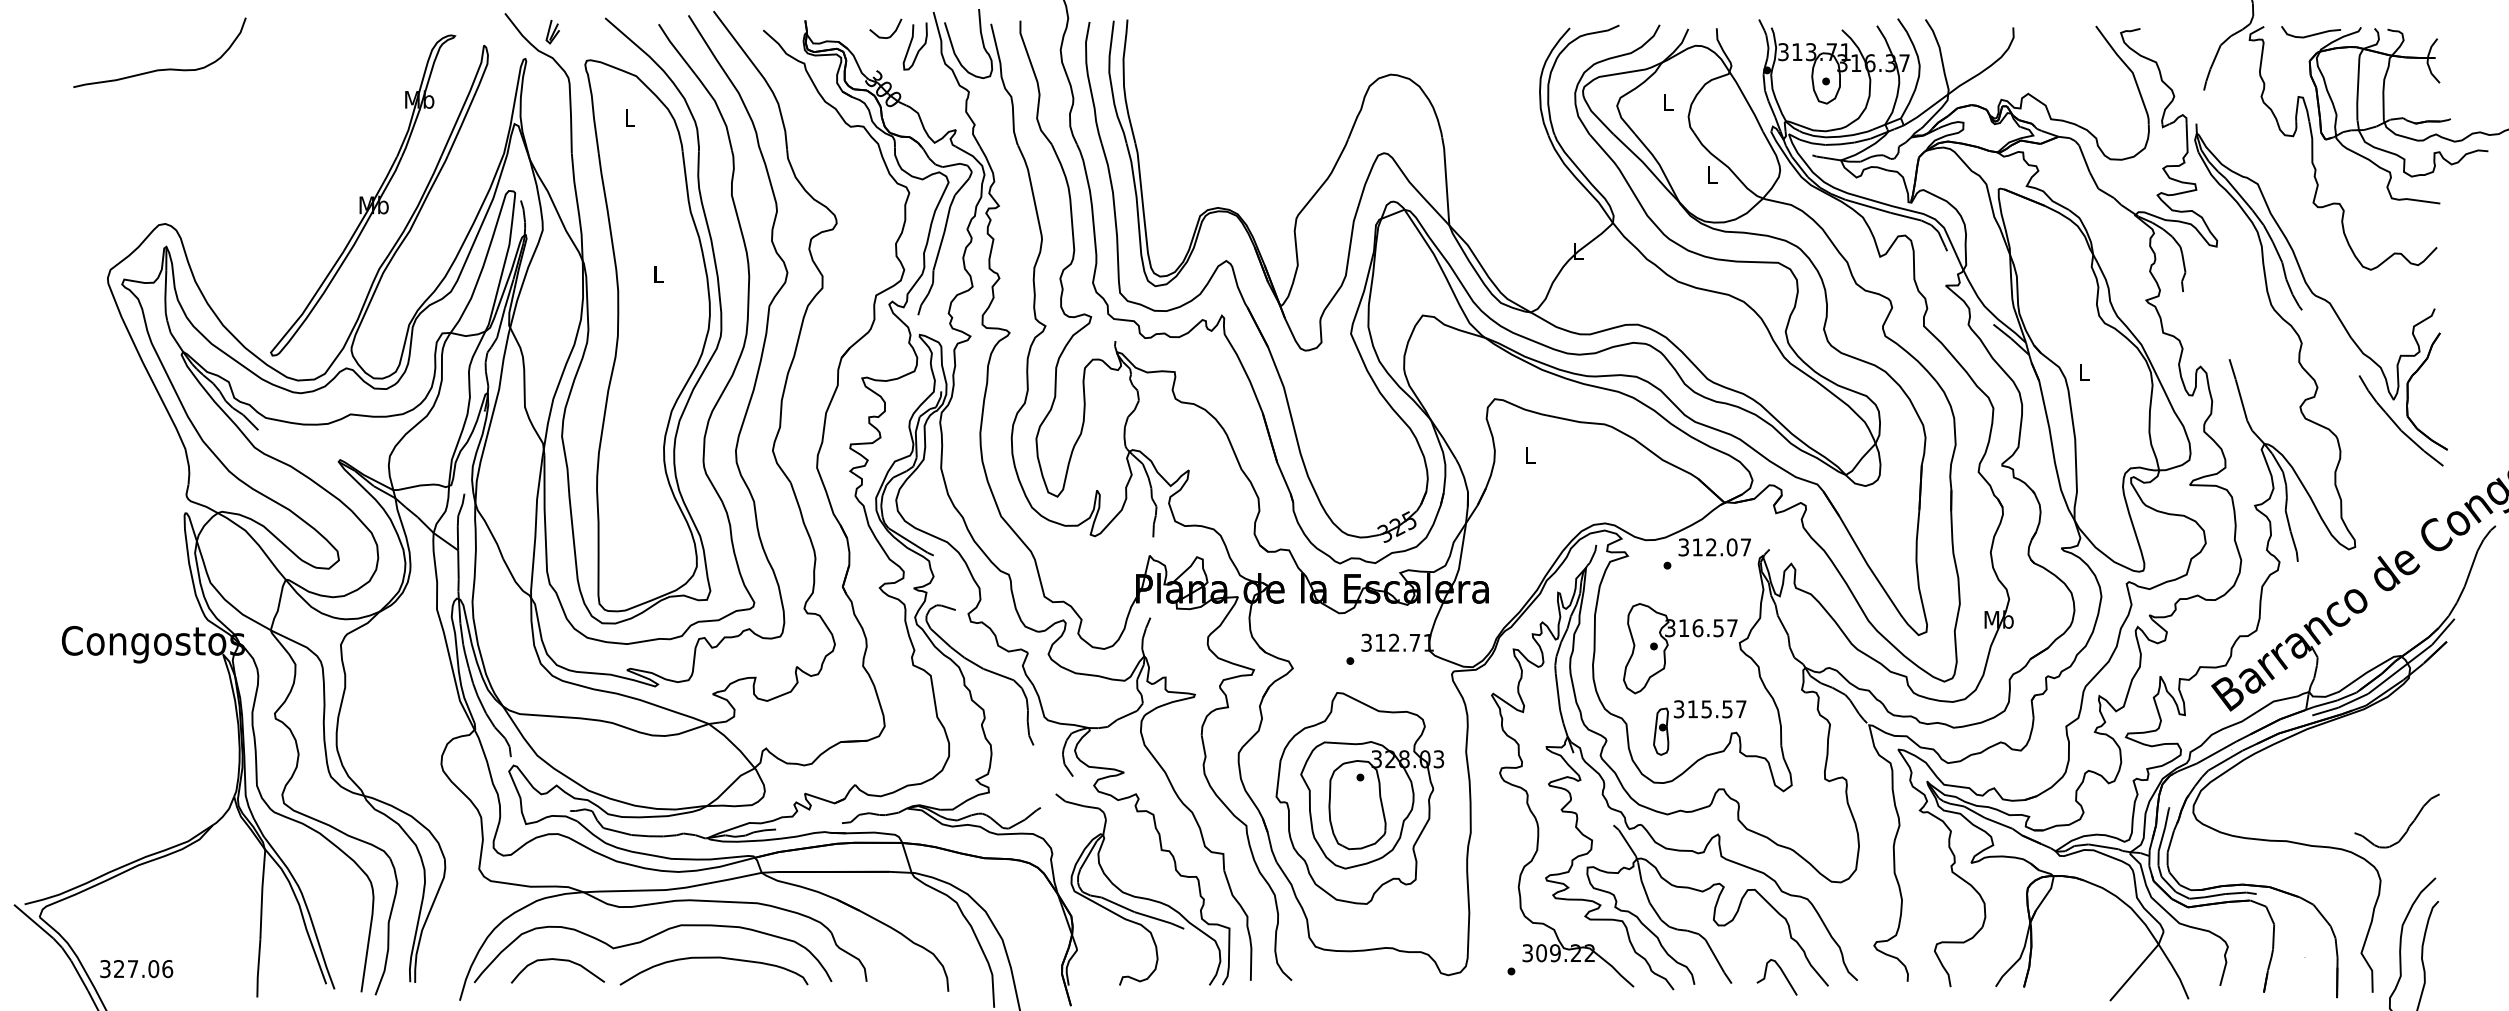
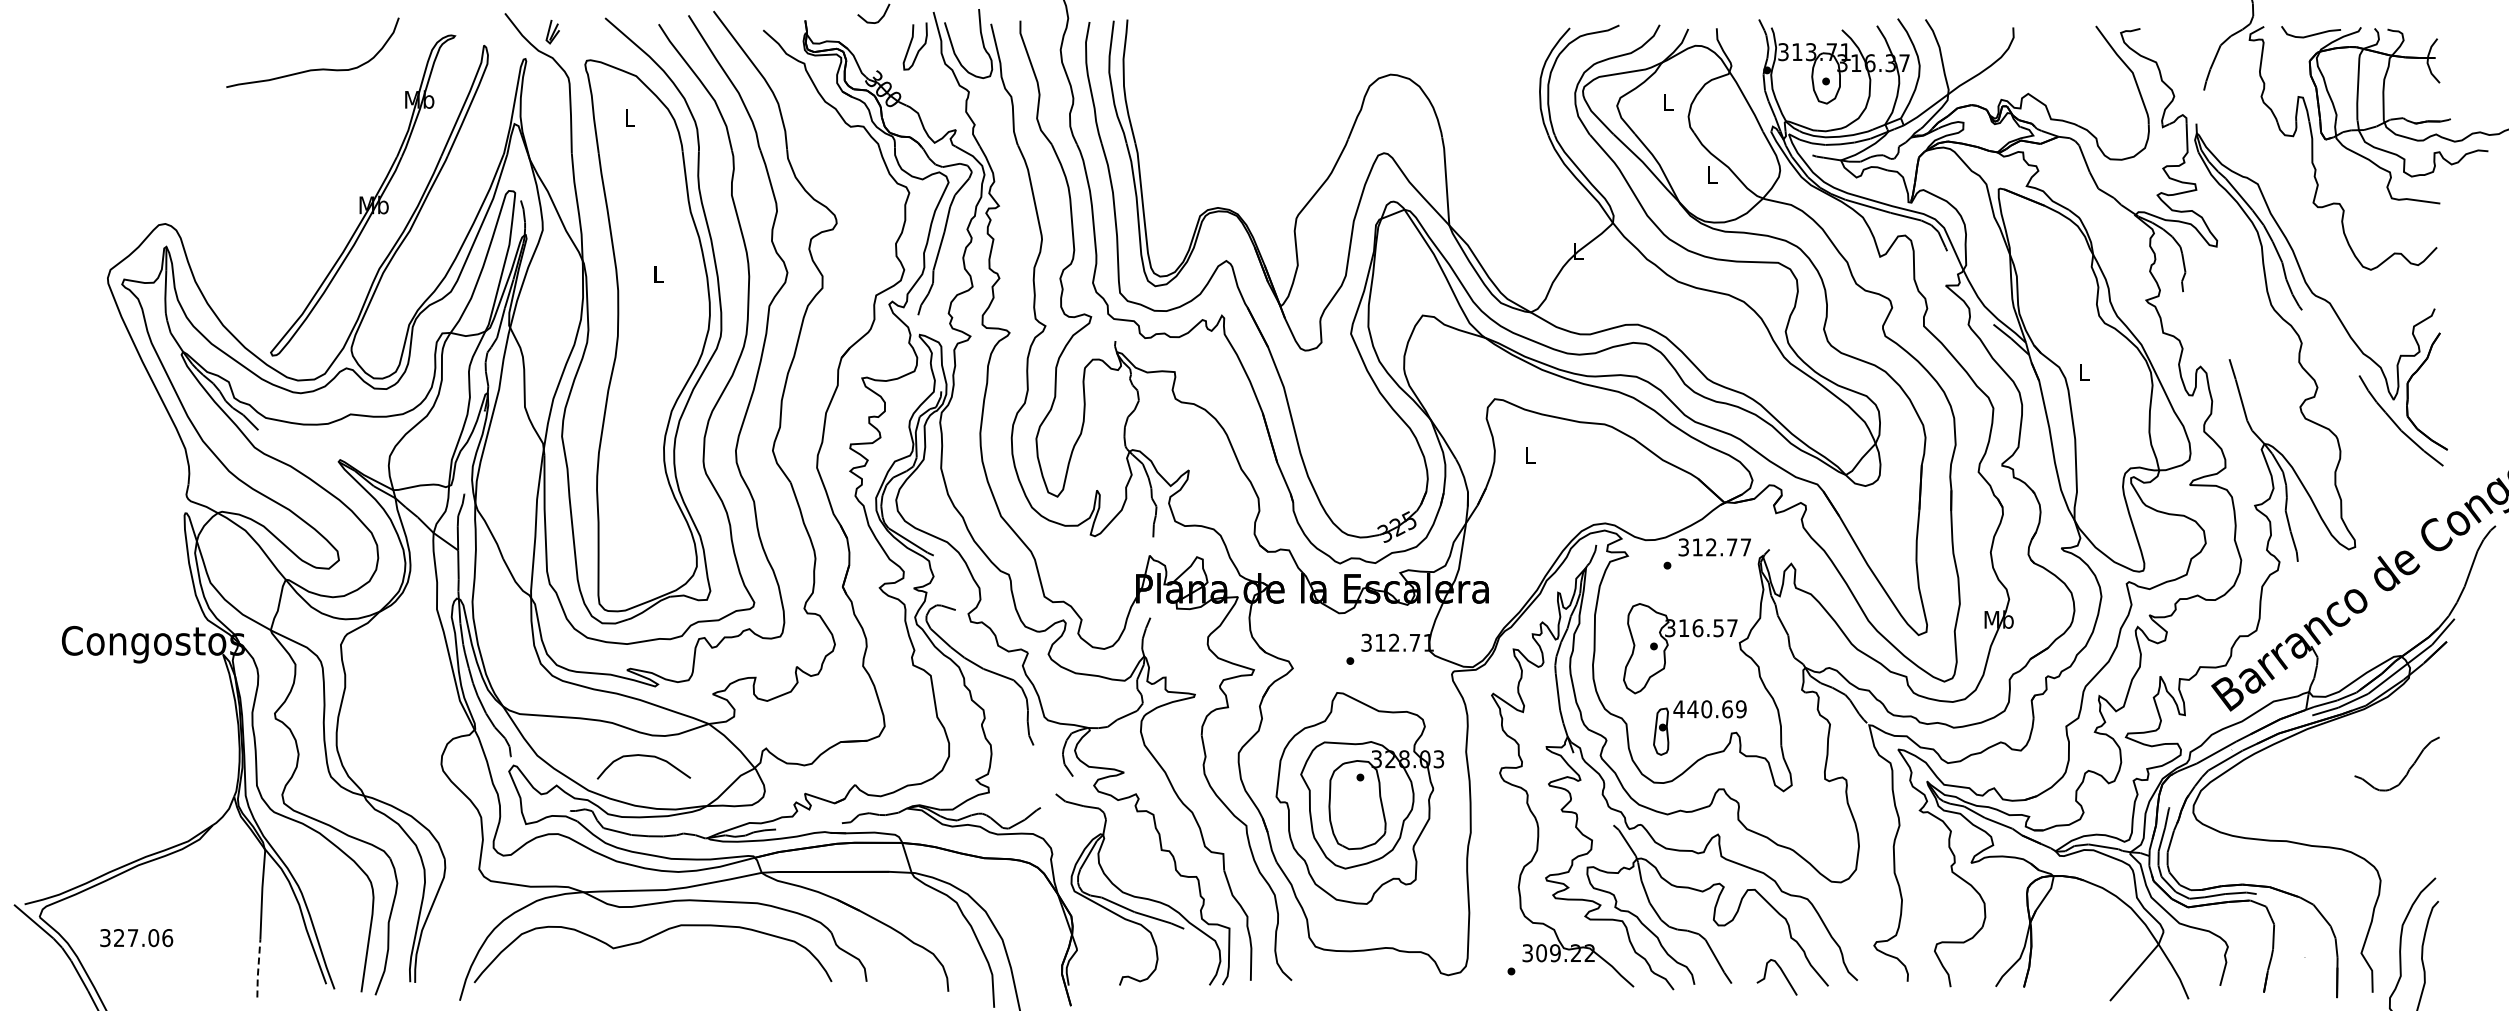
curve at (891, 34) position: (891, 34) -> (879, 19)
curve at (159, 69) position: (159, 69) -> (312, 69)
text at (1731, 547): 312.07 -> 312.77
text at (1709, 709): 315.57 -> 440.69
curve at (2407, 827) position: (2407, 827) -> (2407, 770)
curve at (713, 958): present -> none
curve at (557, 960) position: (557, 960) -> (643, 756)
text at (136, 969) position: (136, 969) -> (136, 938)
line at (258, 969): solid -> dashed
